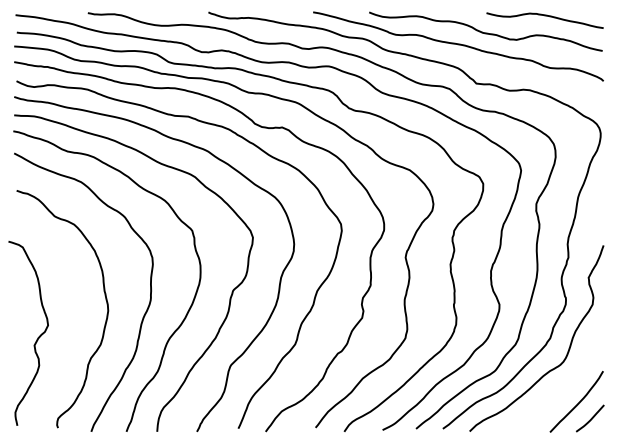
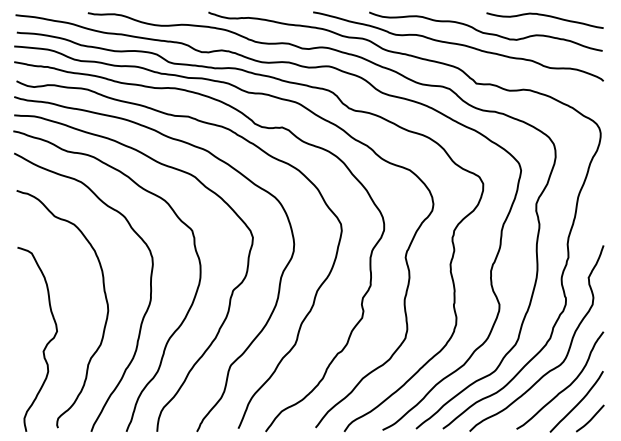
curve at (37, 337) position: (37, 337) -> (46, 343)
curve at (566, 386): none -> present
